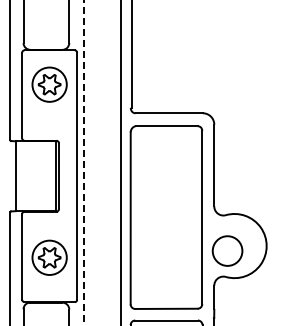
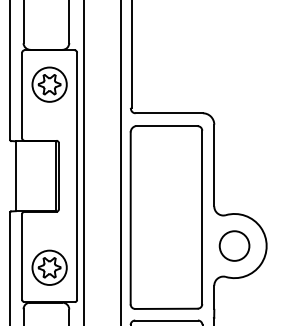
line at (84, 162): dashed -> solid
circle at (227, 250) position: (227, 250) -> (234, 245)
part at (49, 257) position: (49, 257) -> (49, 267)
